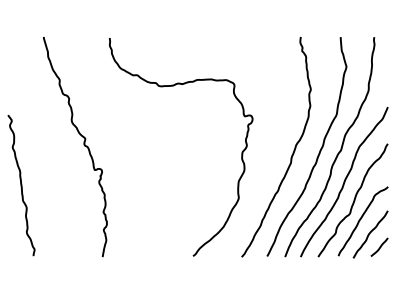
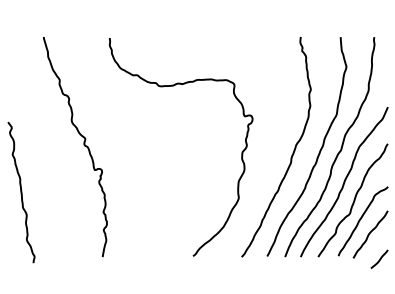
curve at (21, 185) position: (21, 185) -> (21, 192)
curve at (379, 246) position: (379, 246) -> (379, 258)
